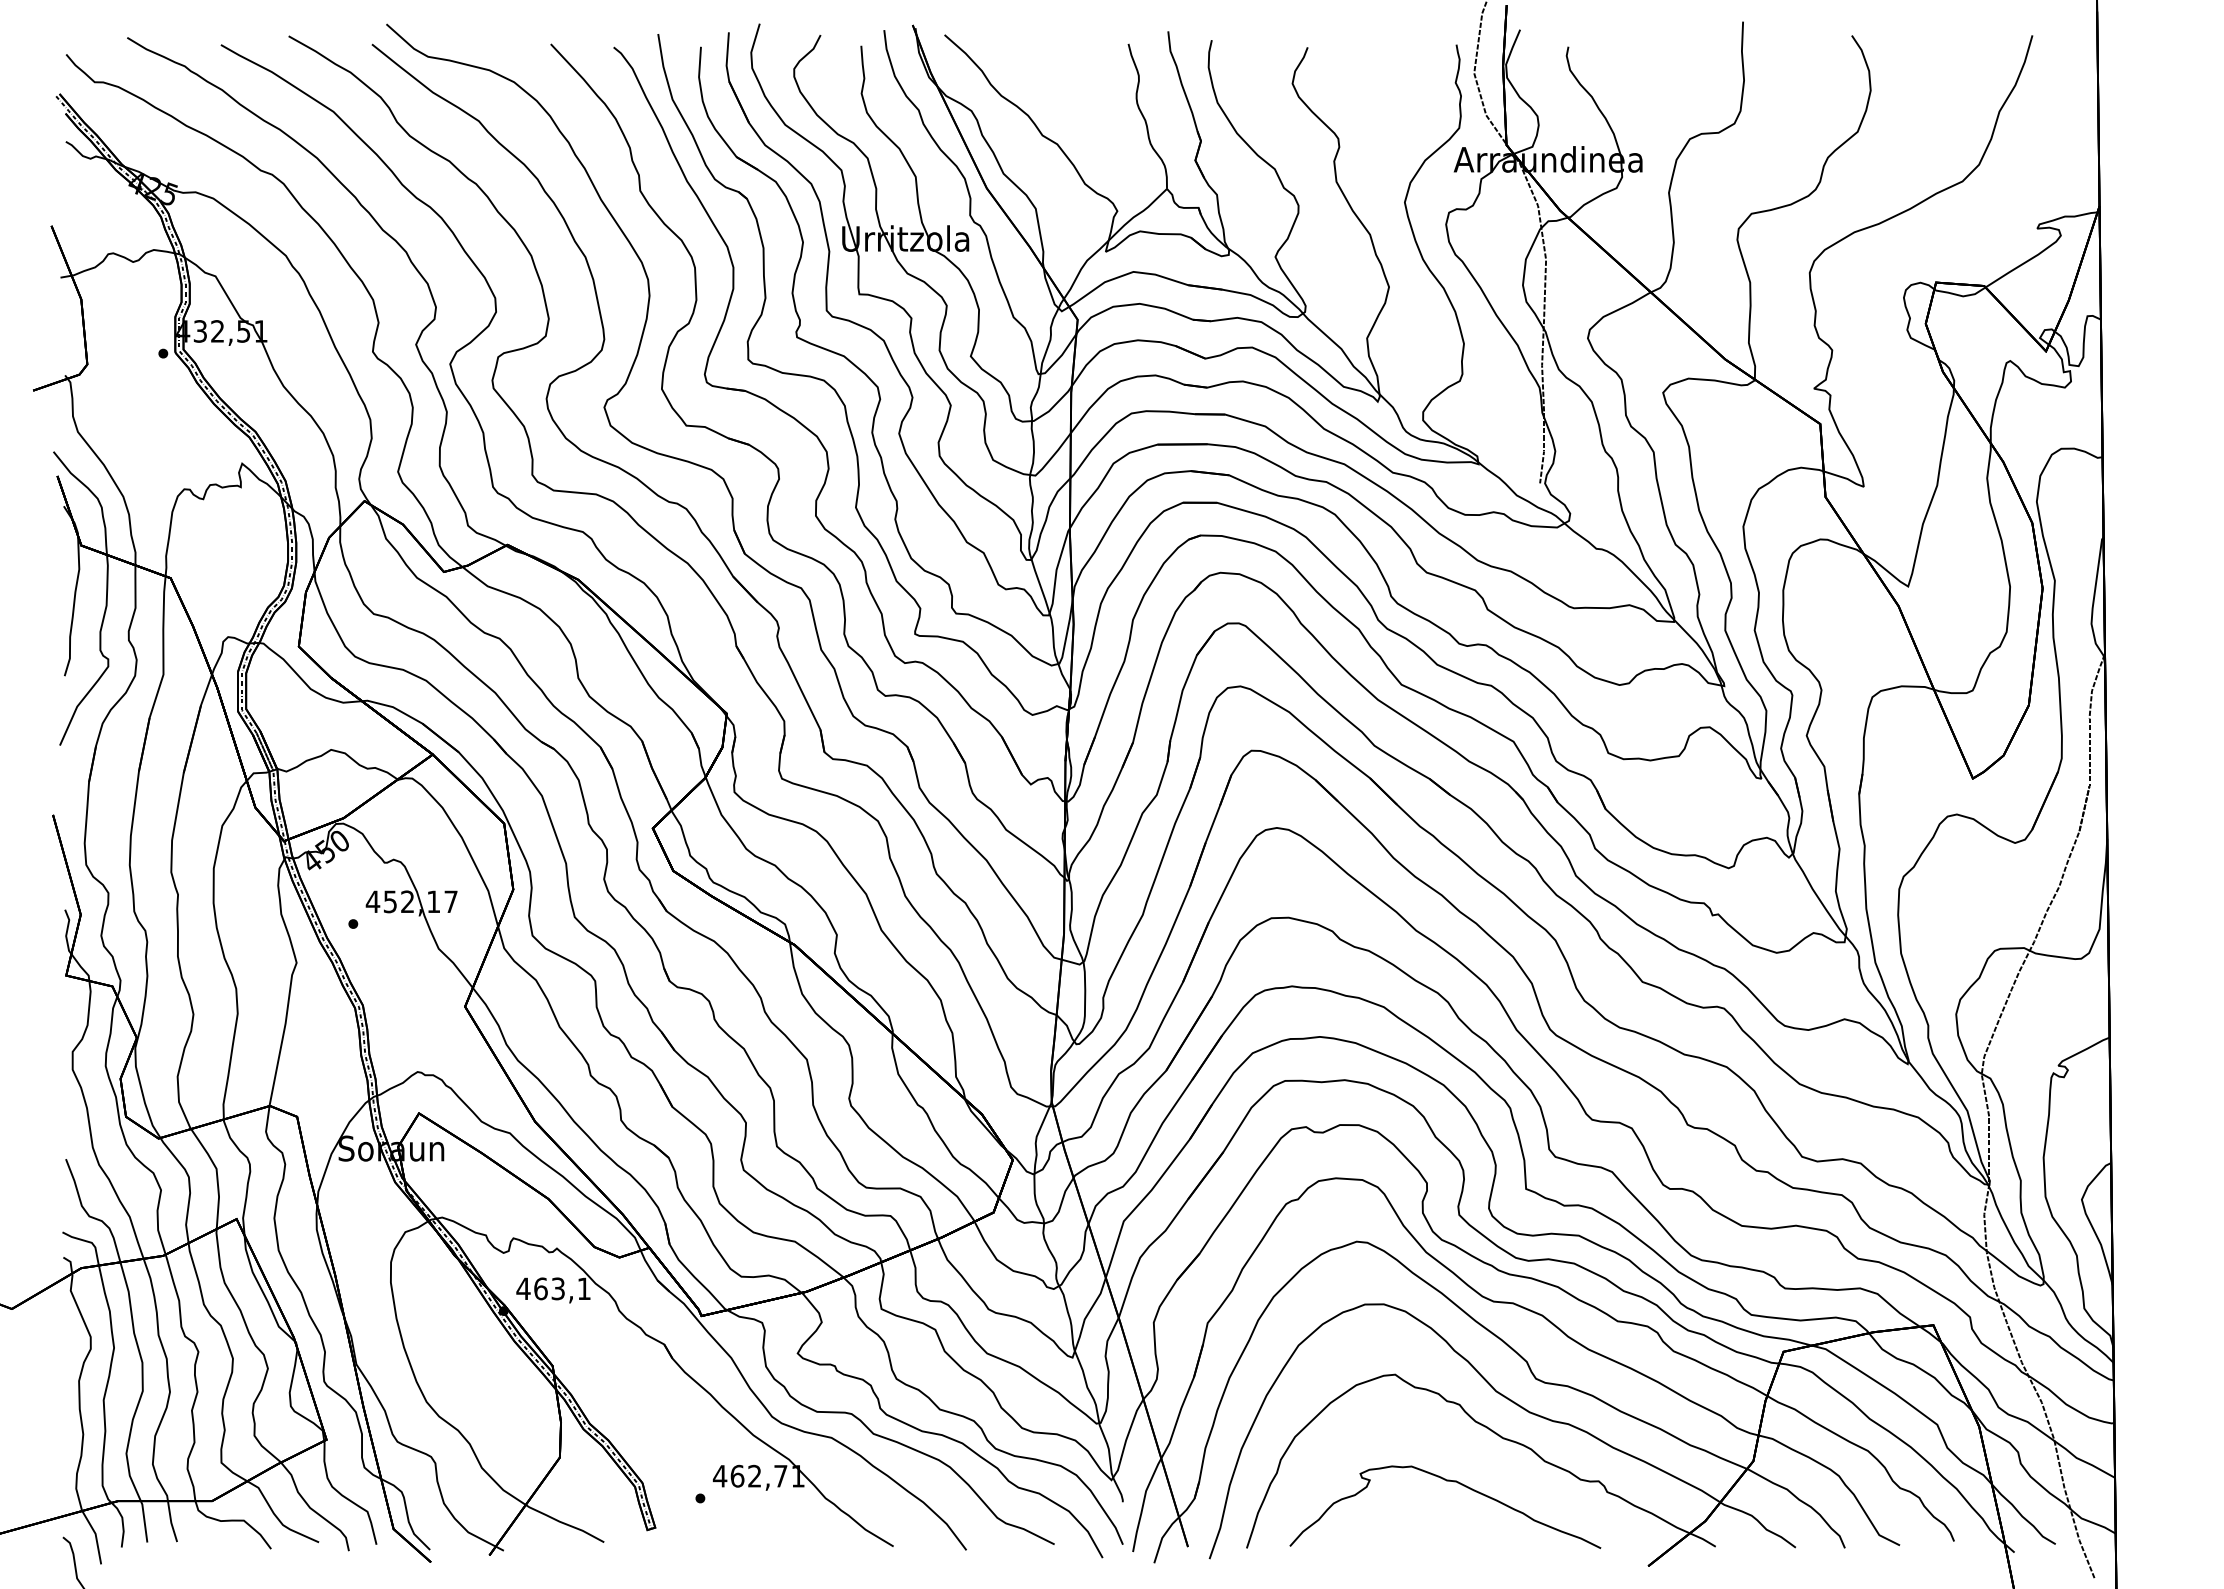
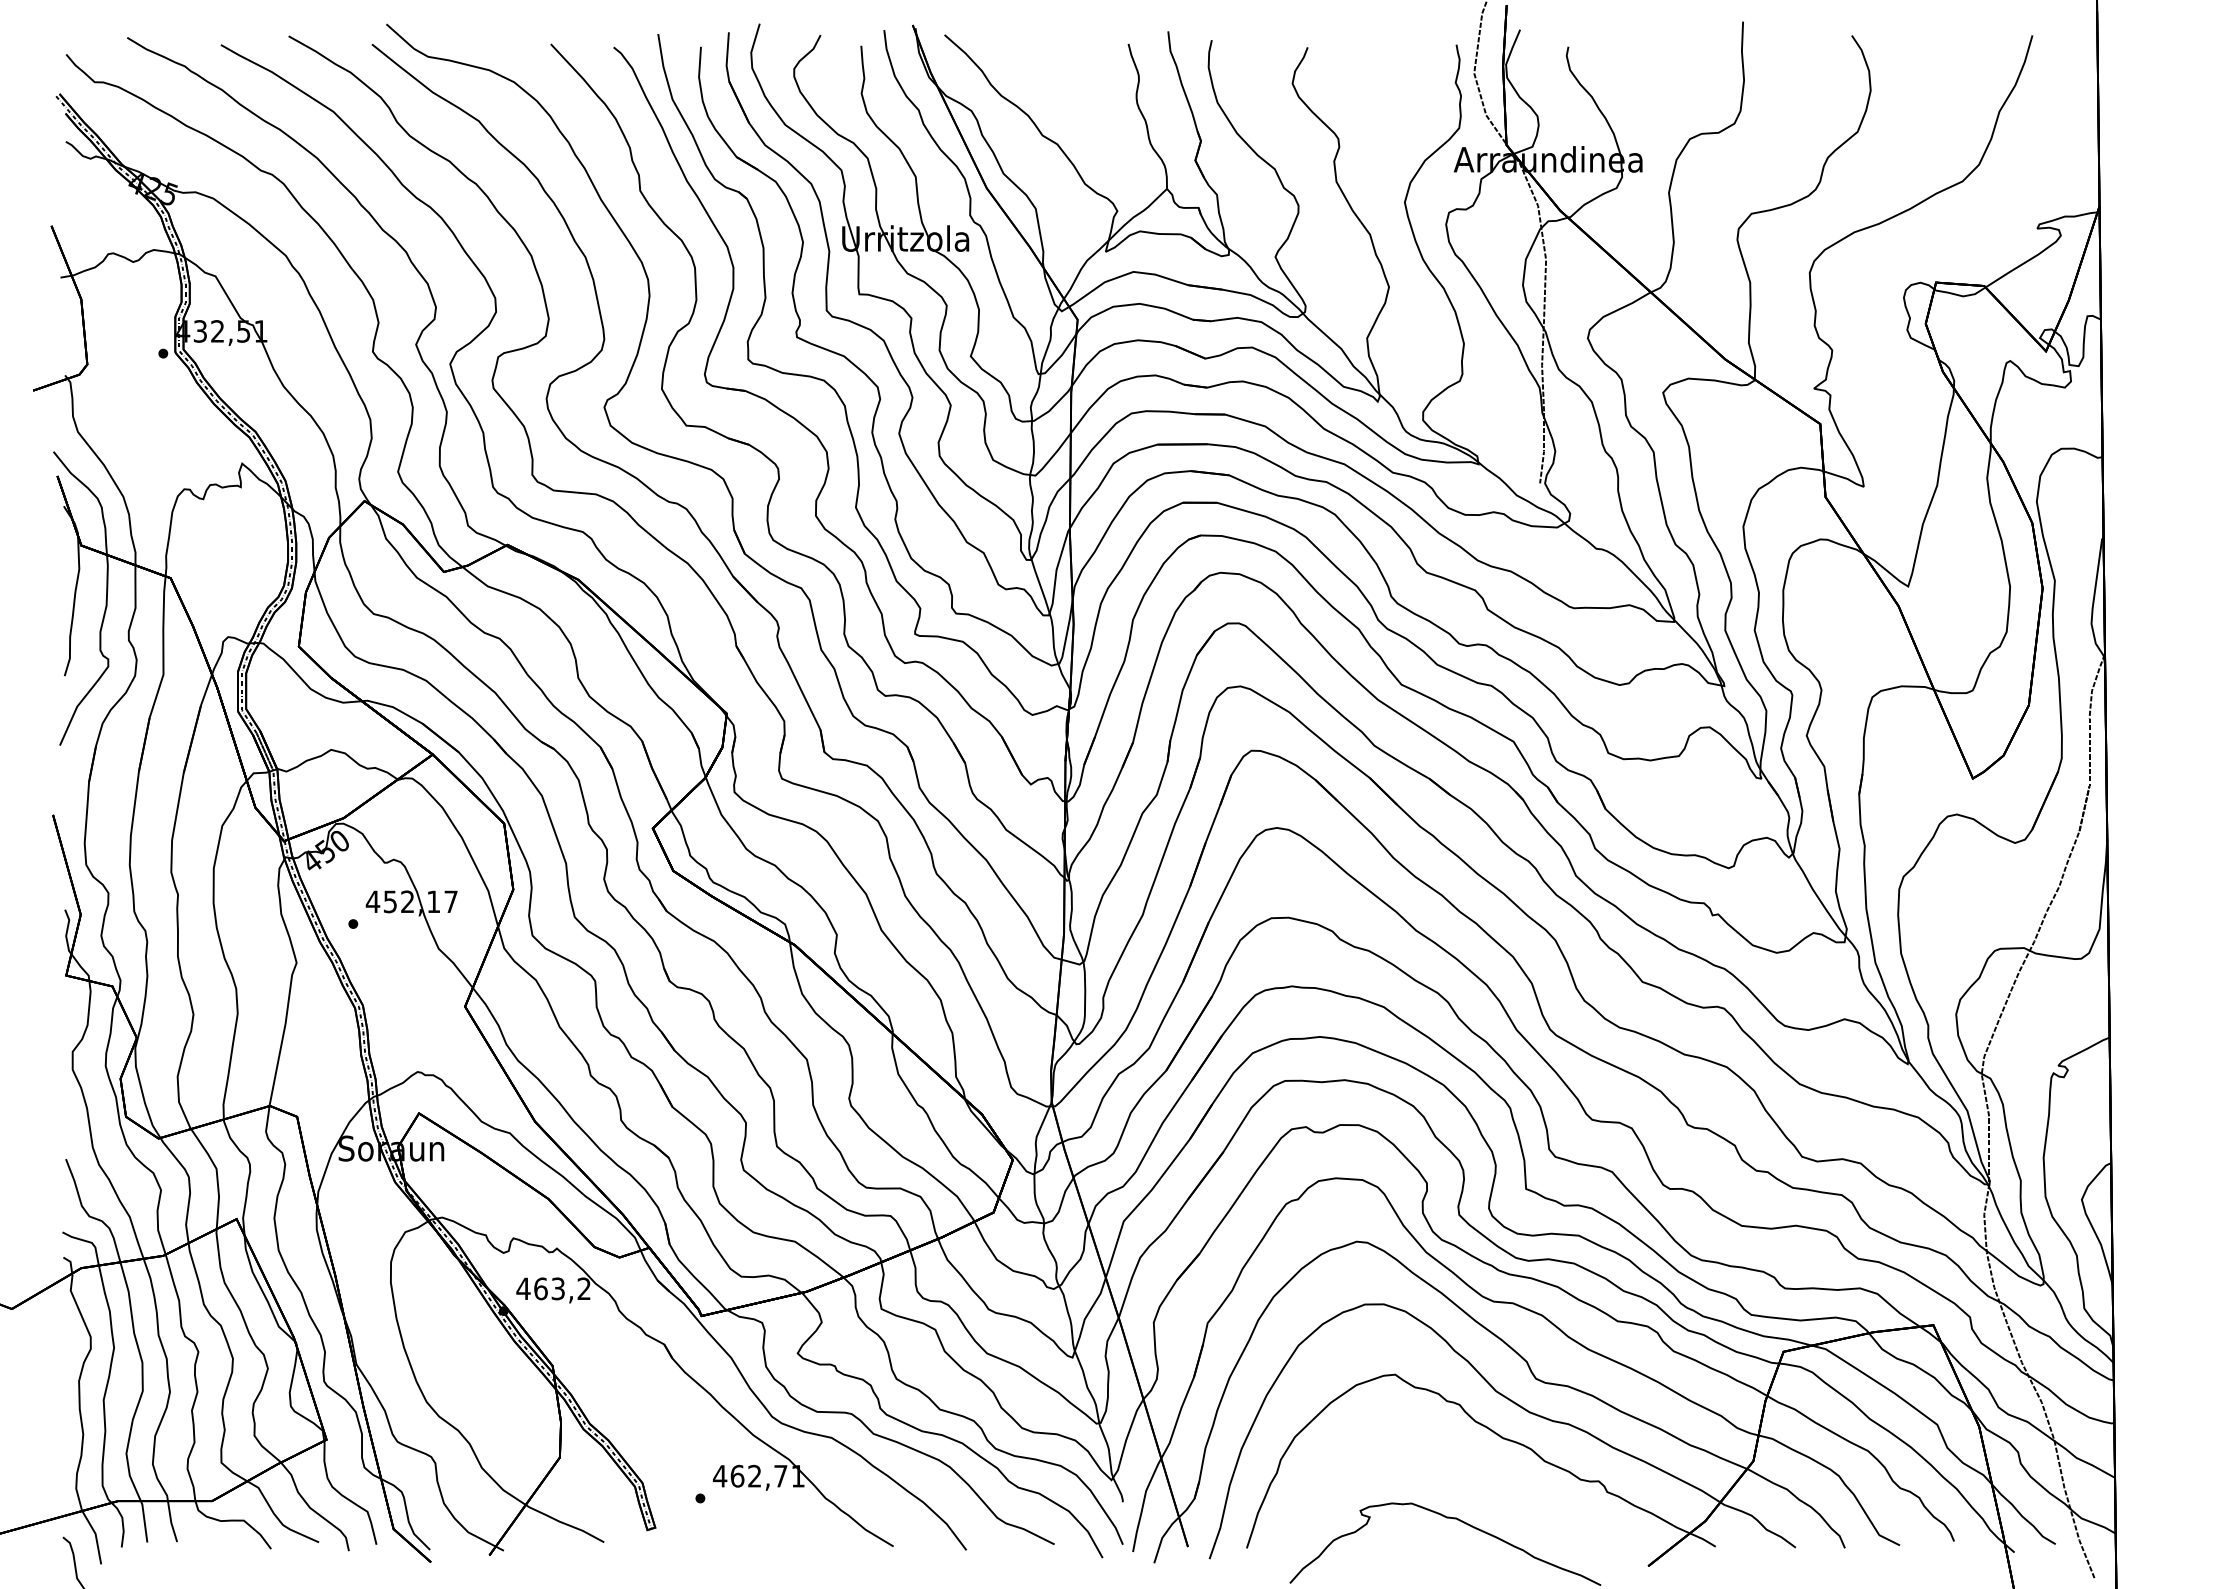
text at (583, 1288): 463,1 -> 463,2
curve at (1446, 1481) position: (1446, 1481) -> (1446, 1518)
